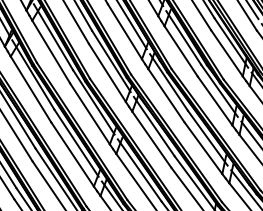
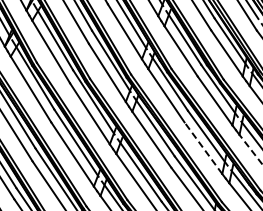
line at (203, 148): solid -> dashed
line at (251, 149): solid -> dashed
